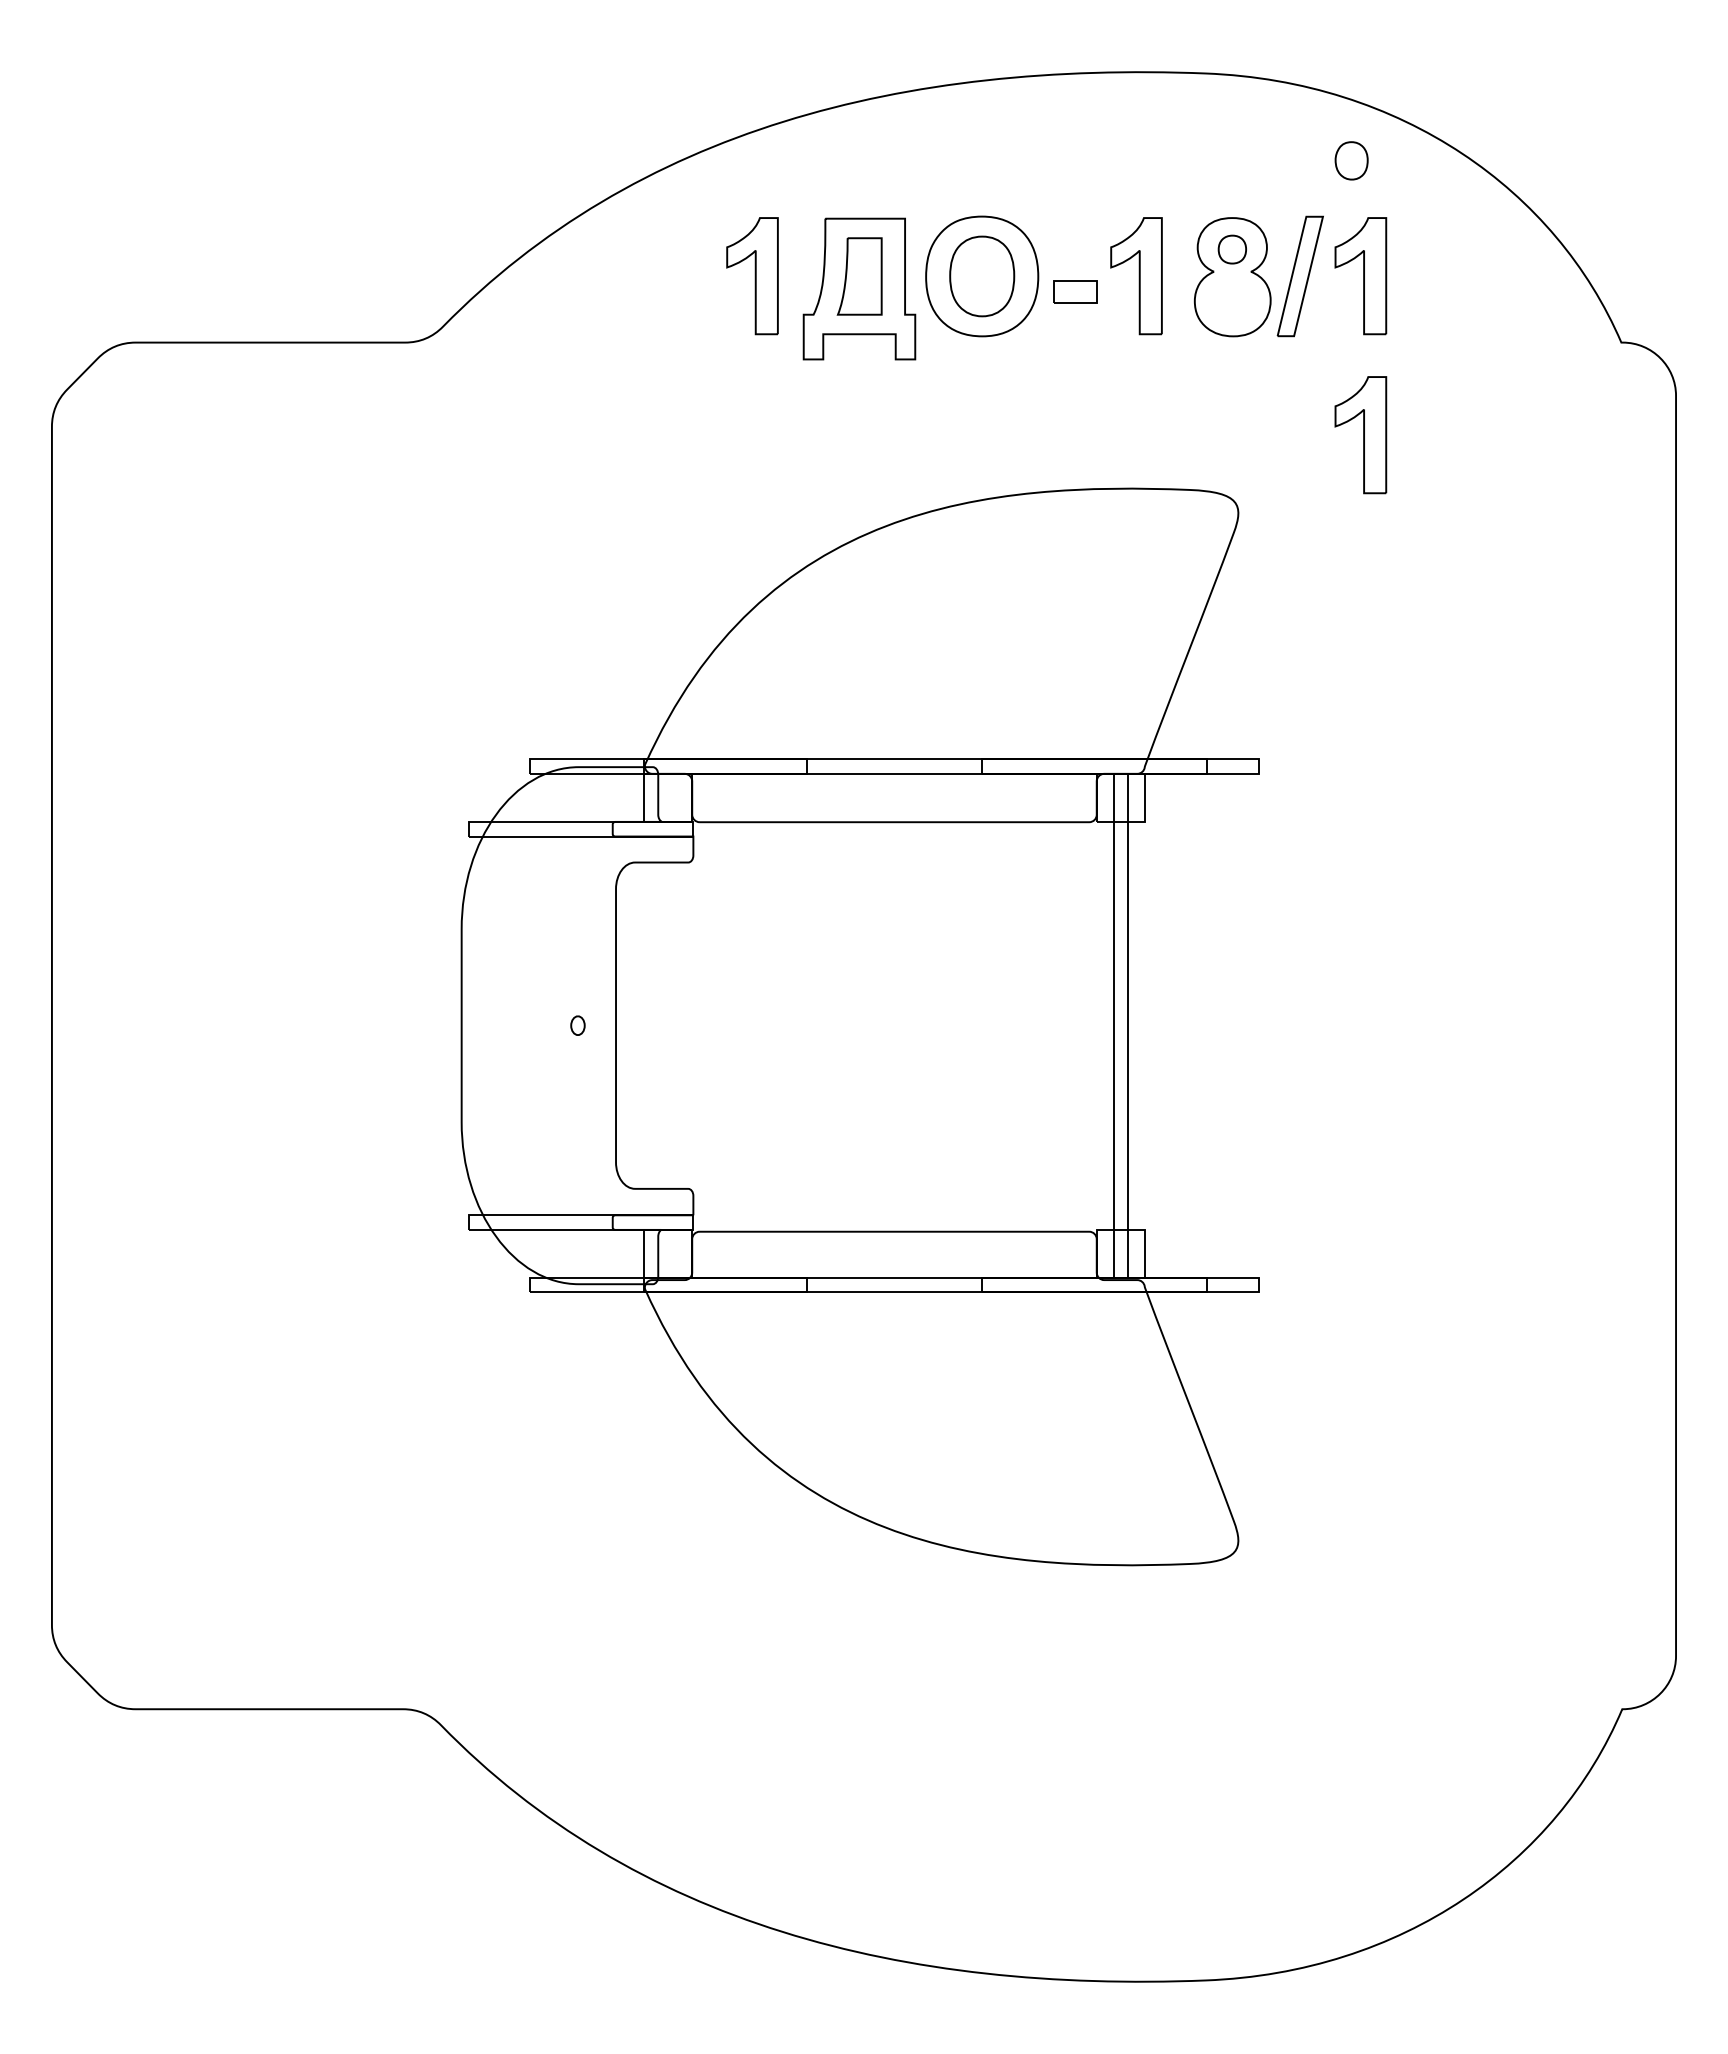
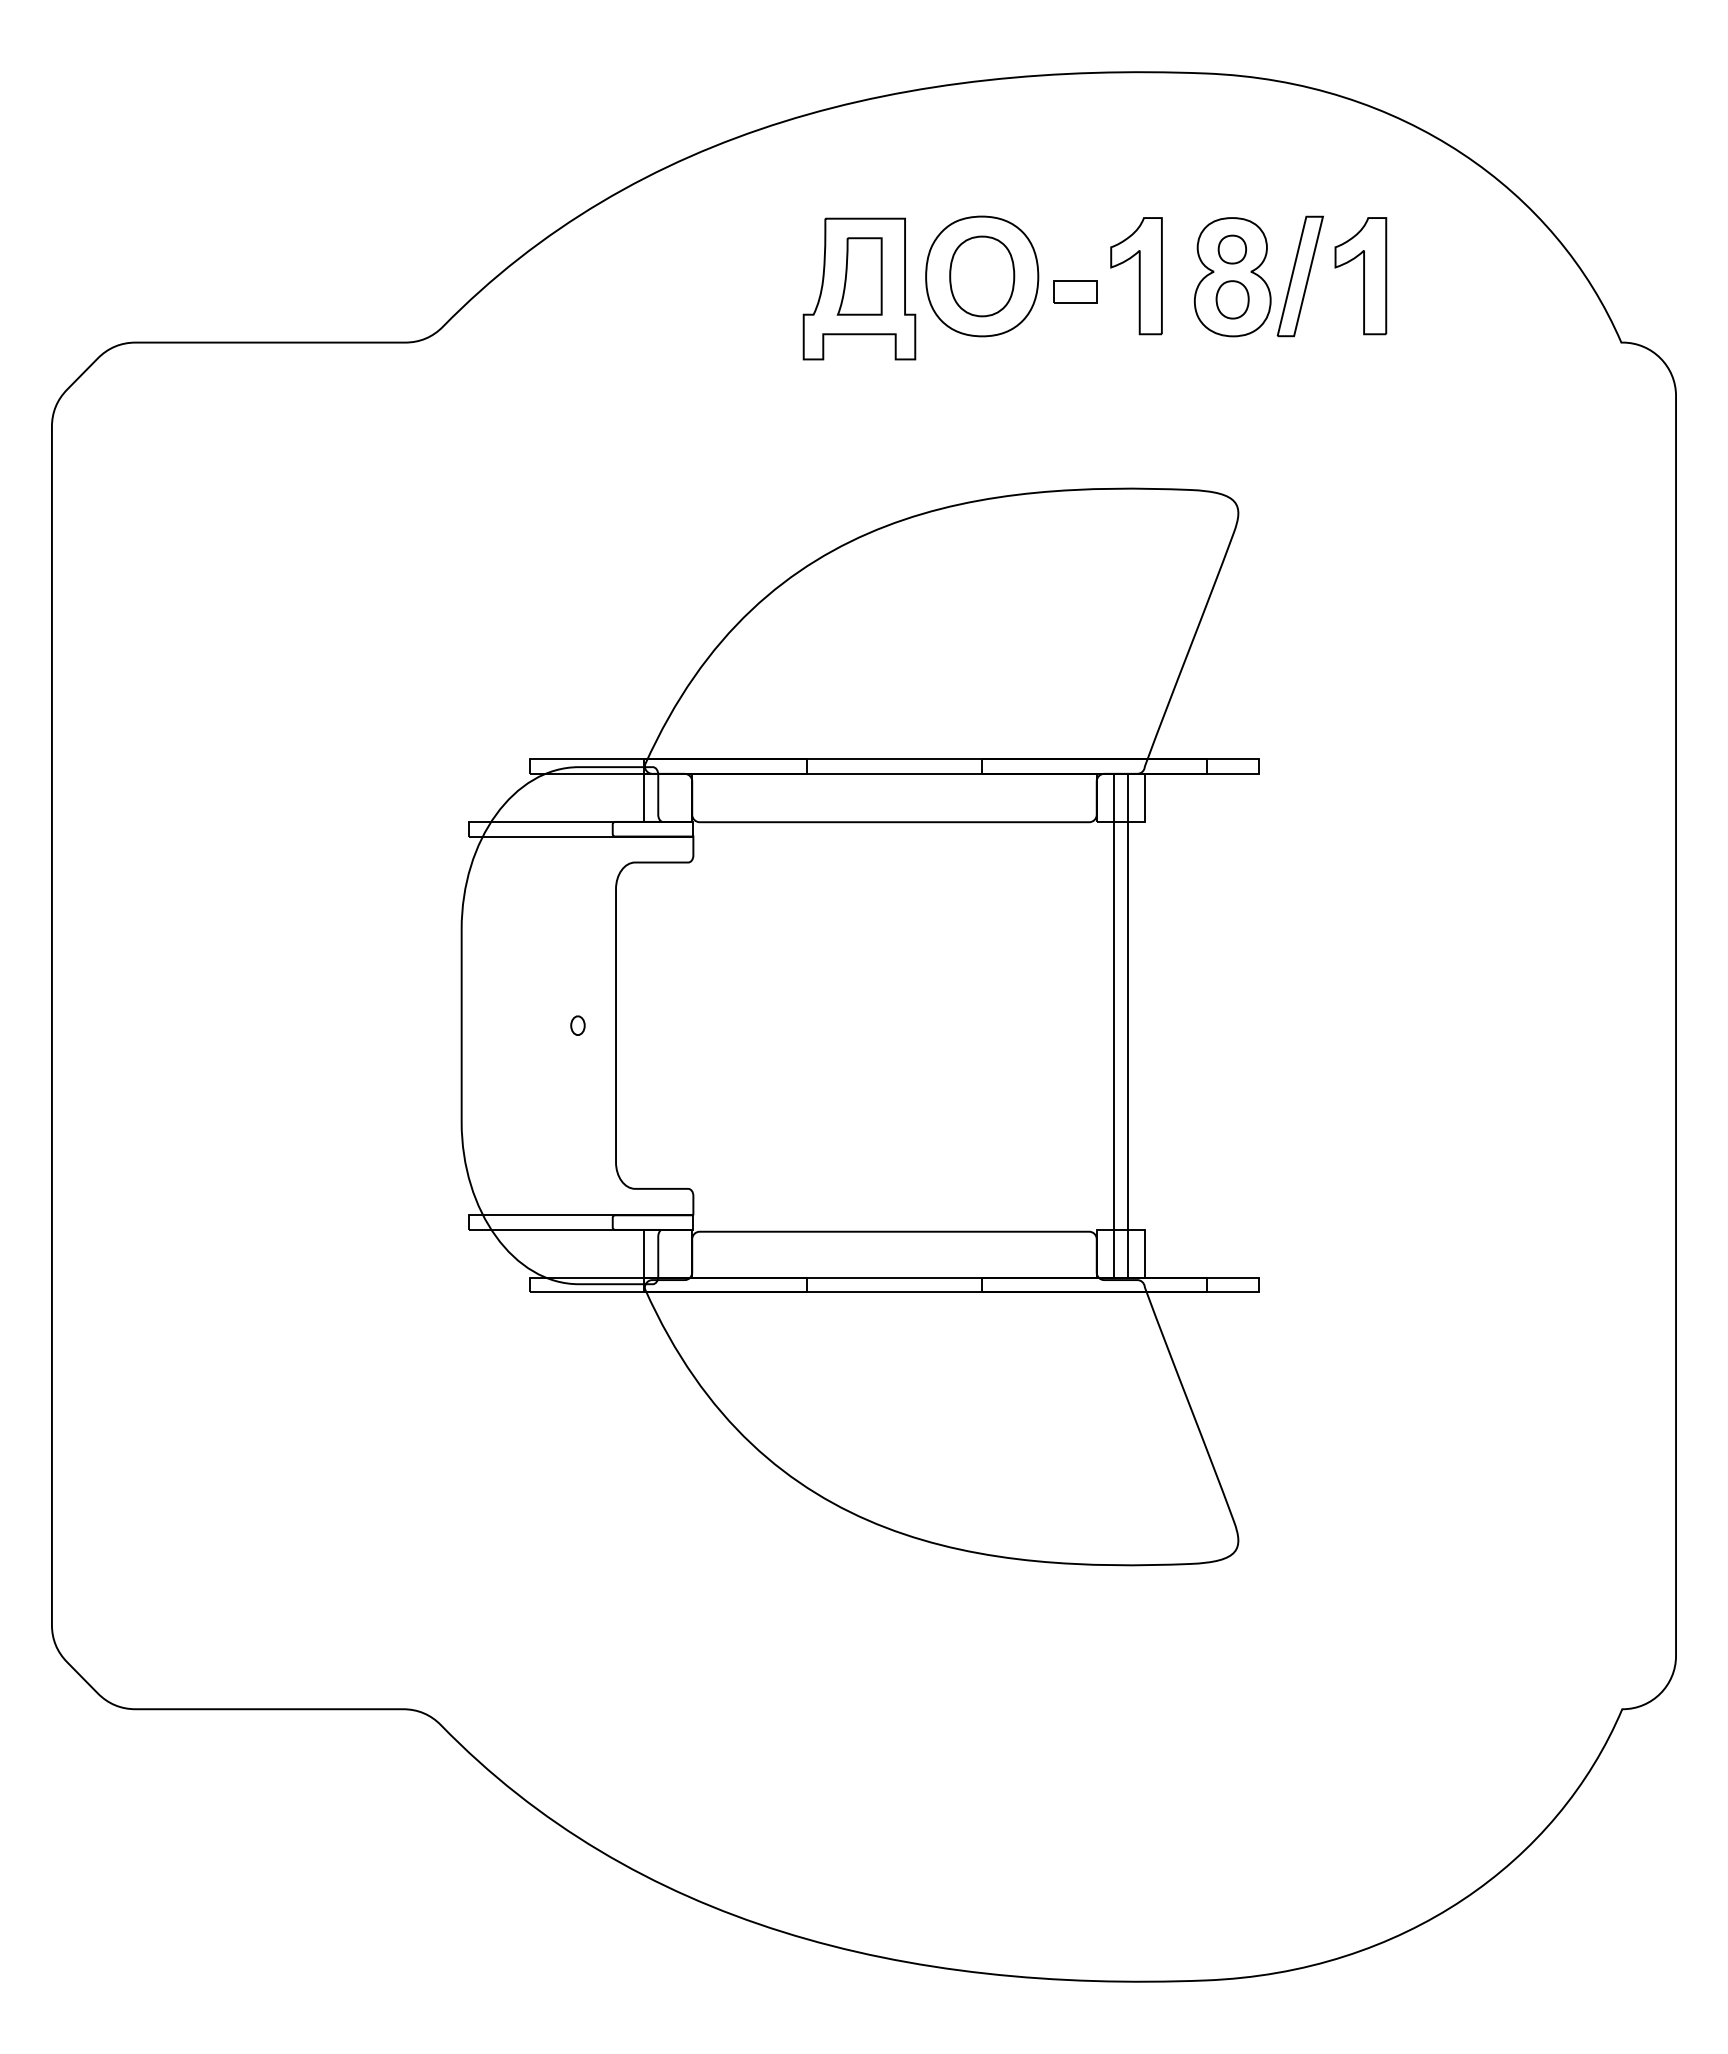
part at (1351, 160) position: (1351, 160) -> (1232, 299)
part at (752, 276): present -> none
part at (1360, 435): present -> none
